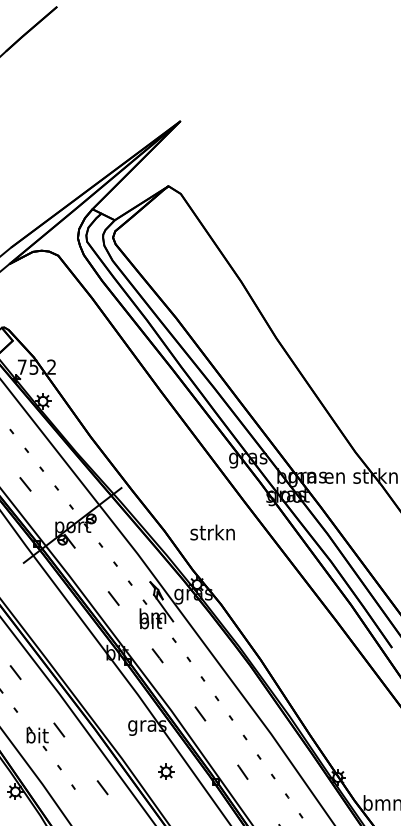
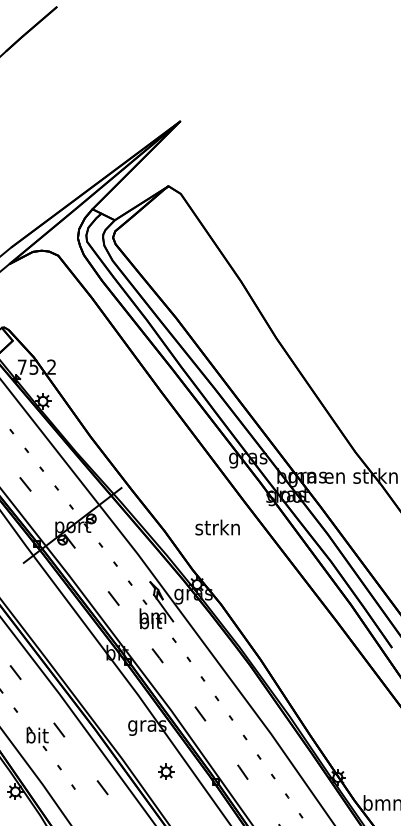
text at (212, 532) position: (212, 532) -> (217, 527)
